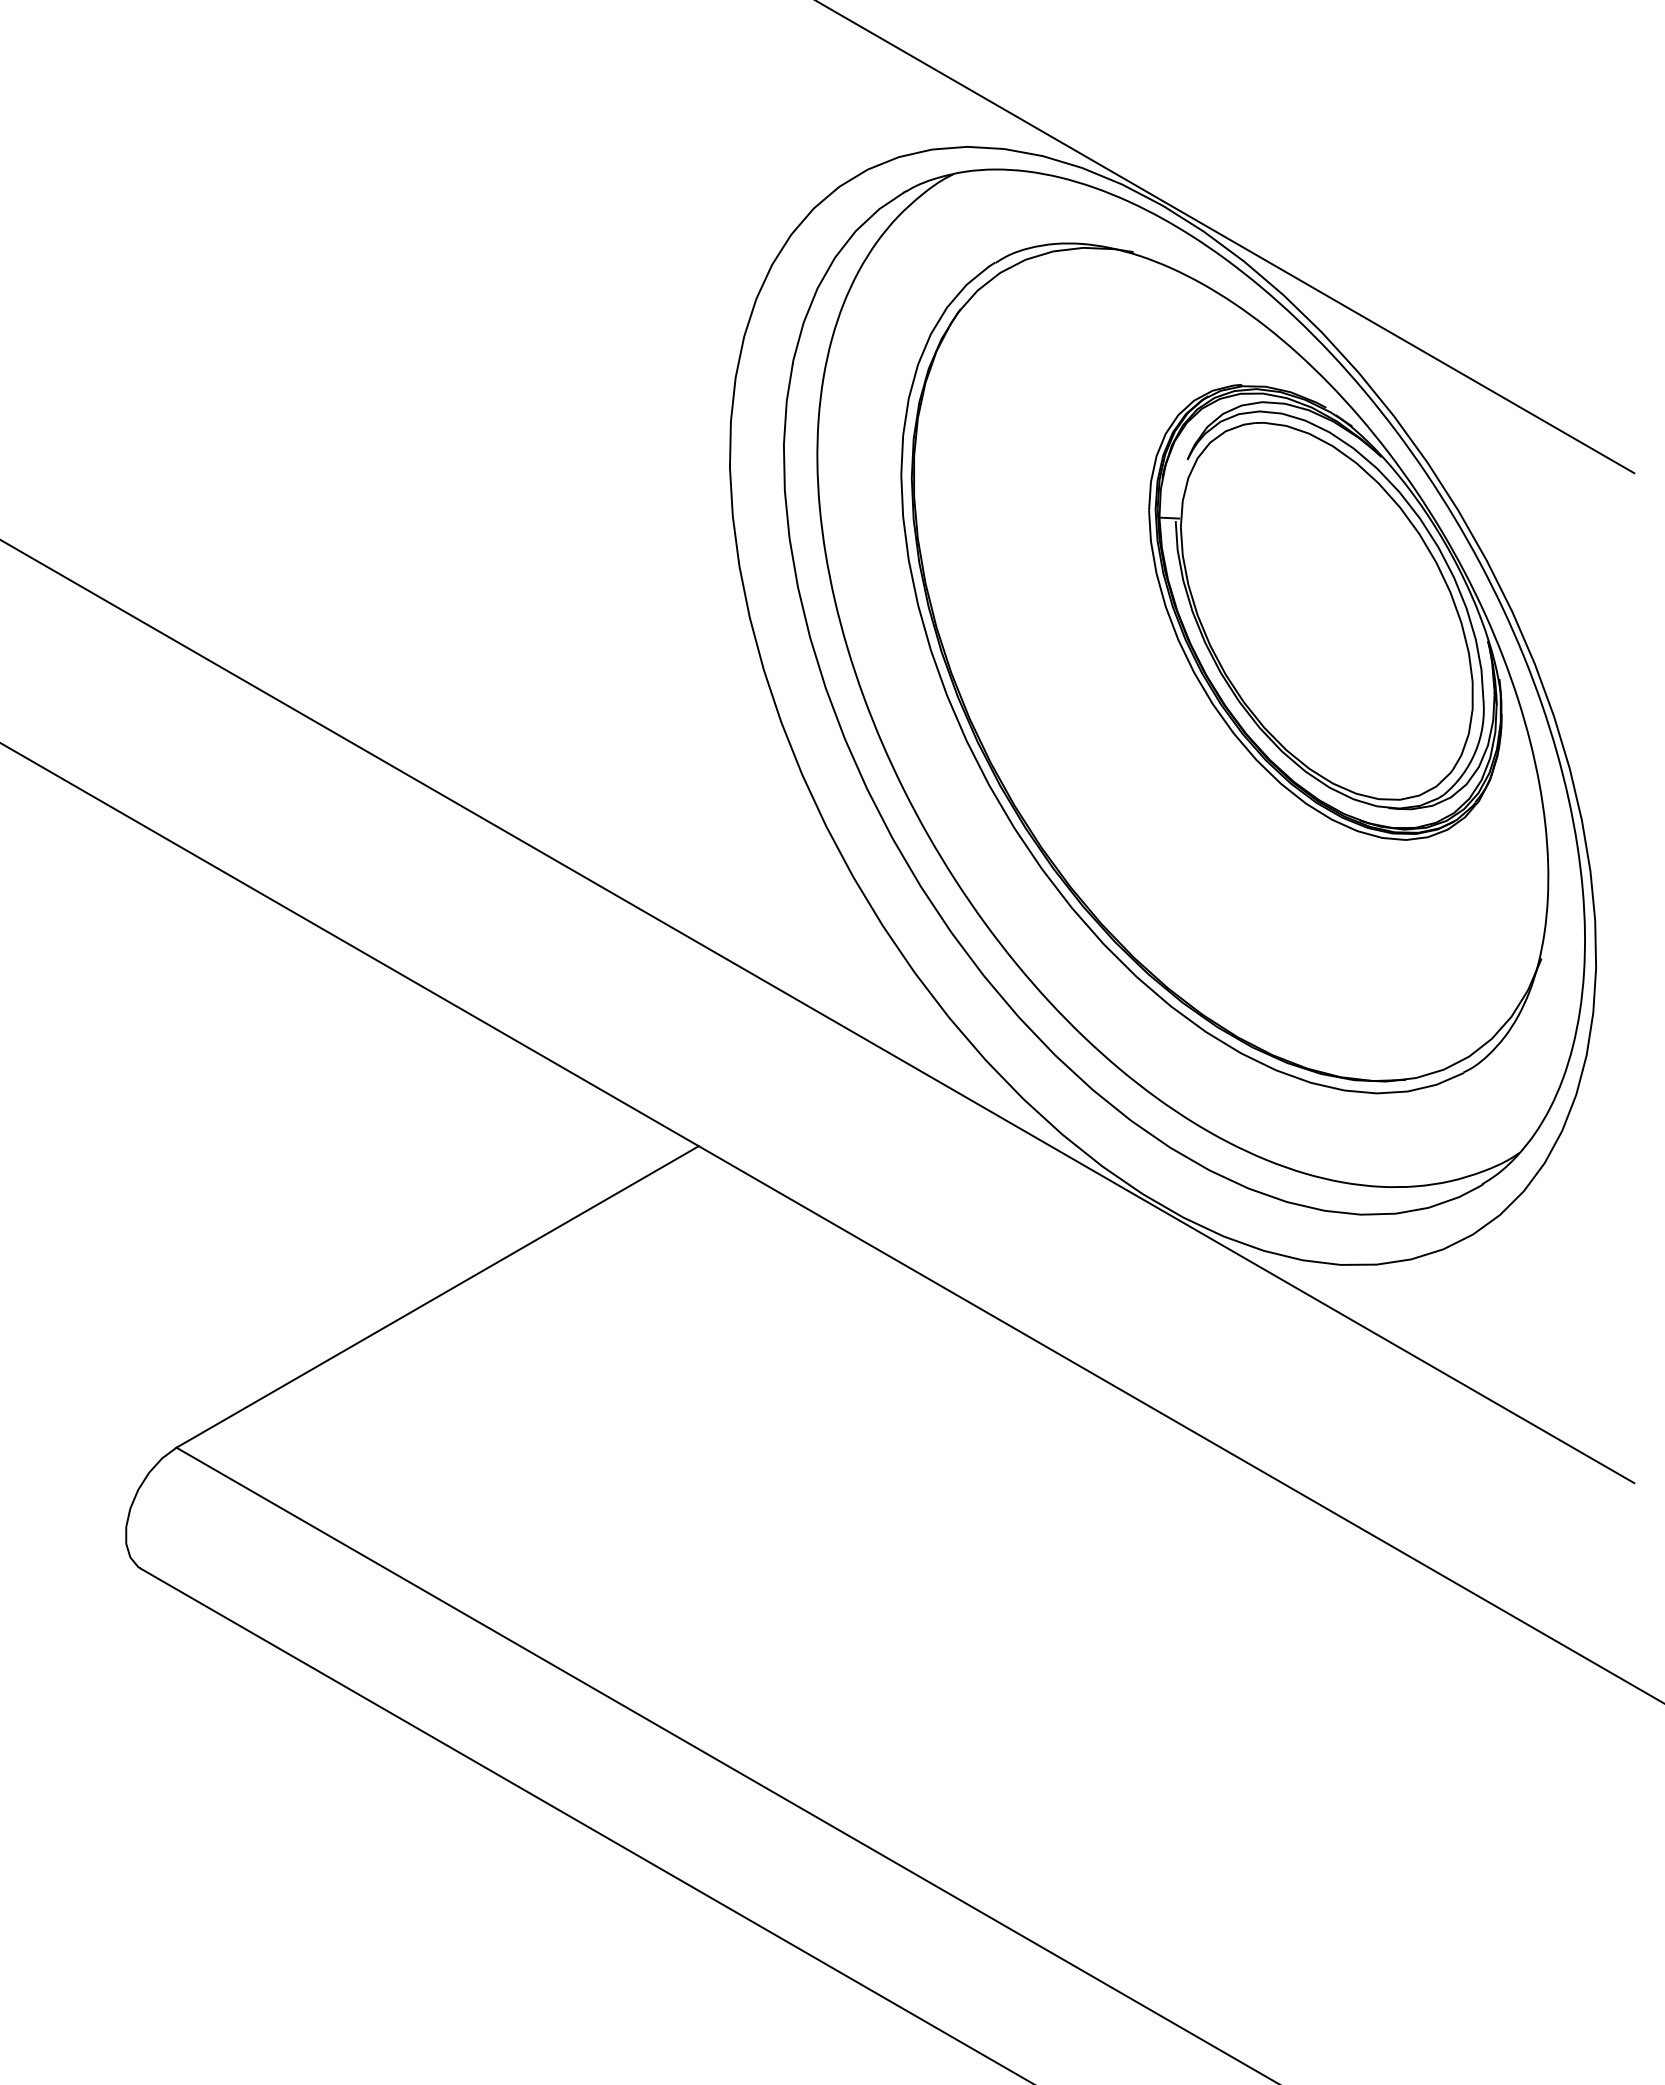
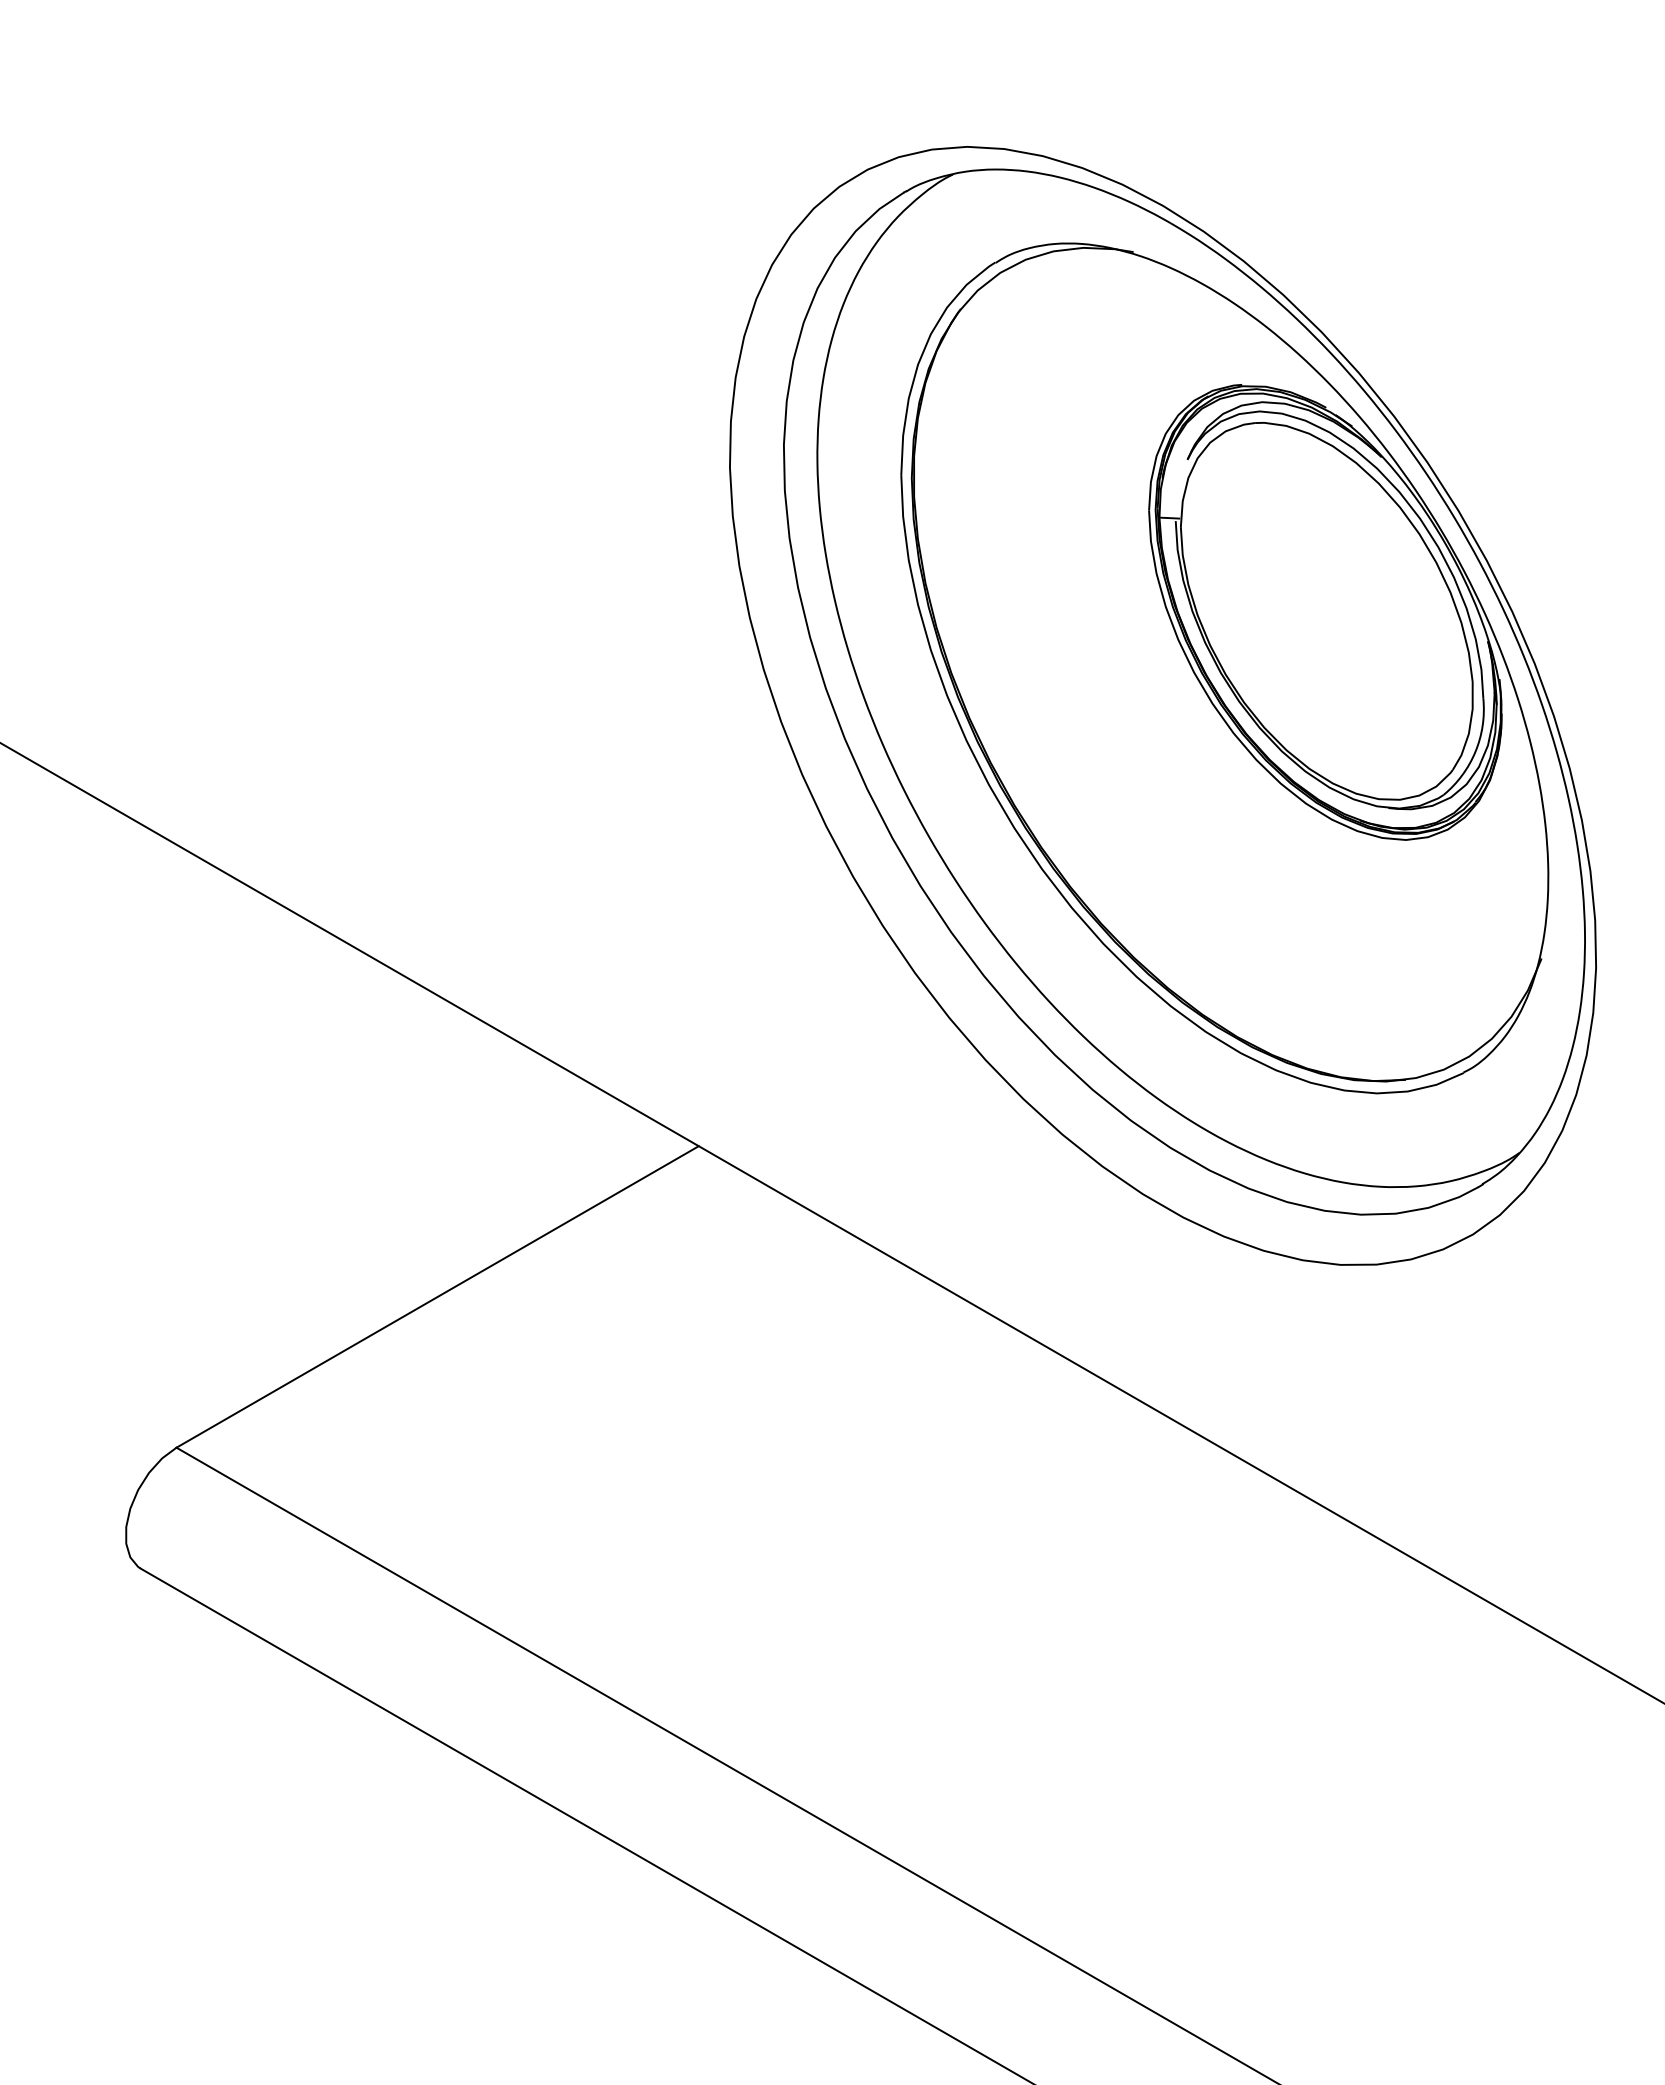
line at (1226, 237): present -> none
line at (818, 1012): present -> none
